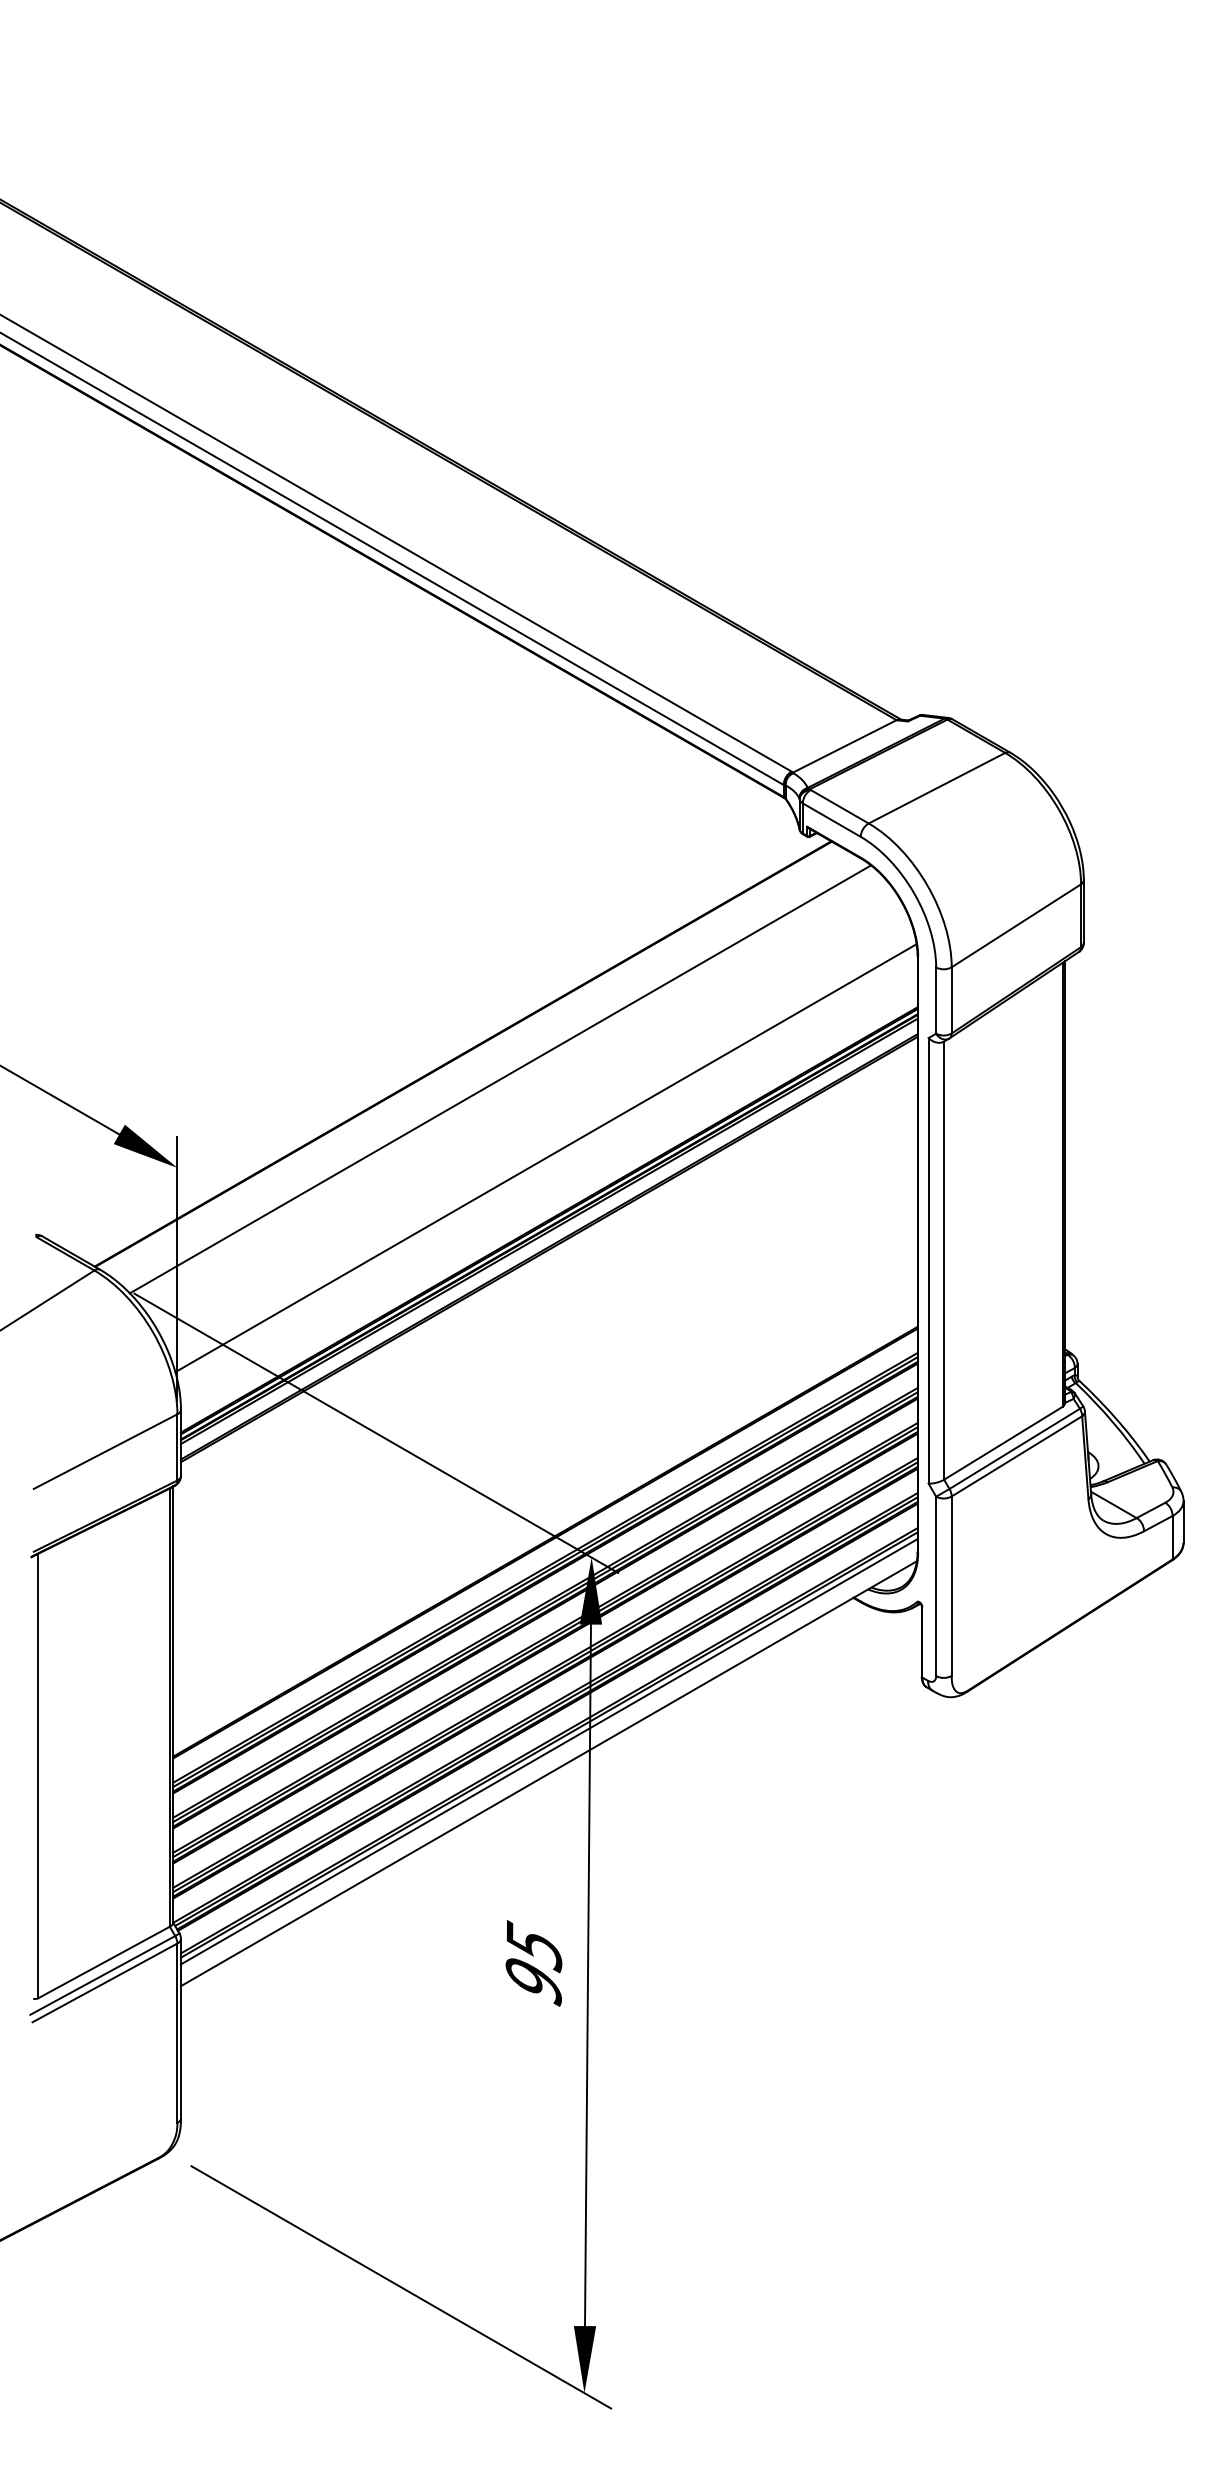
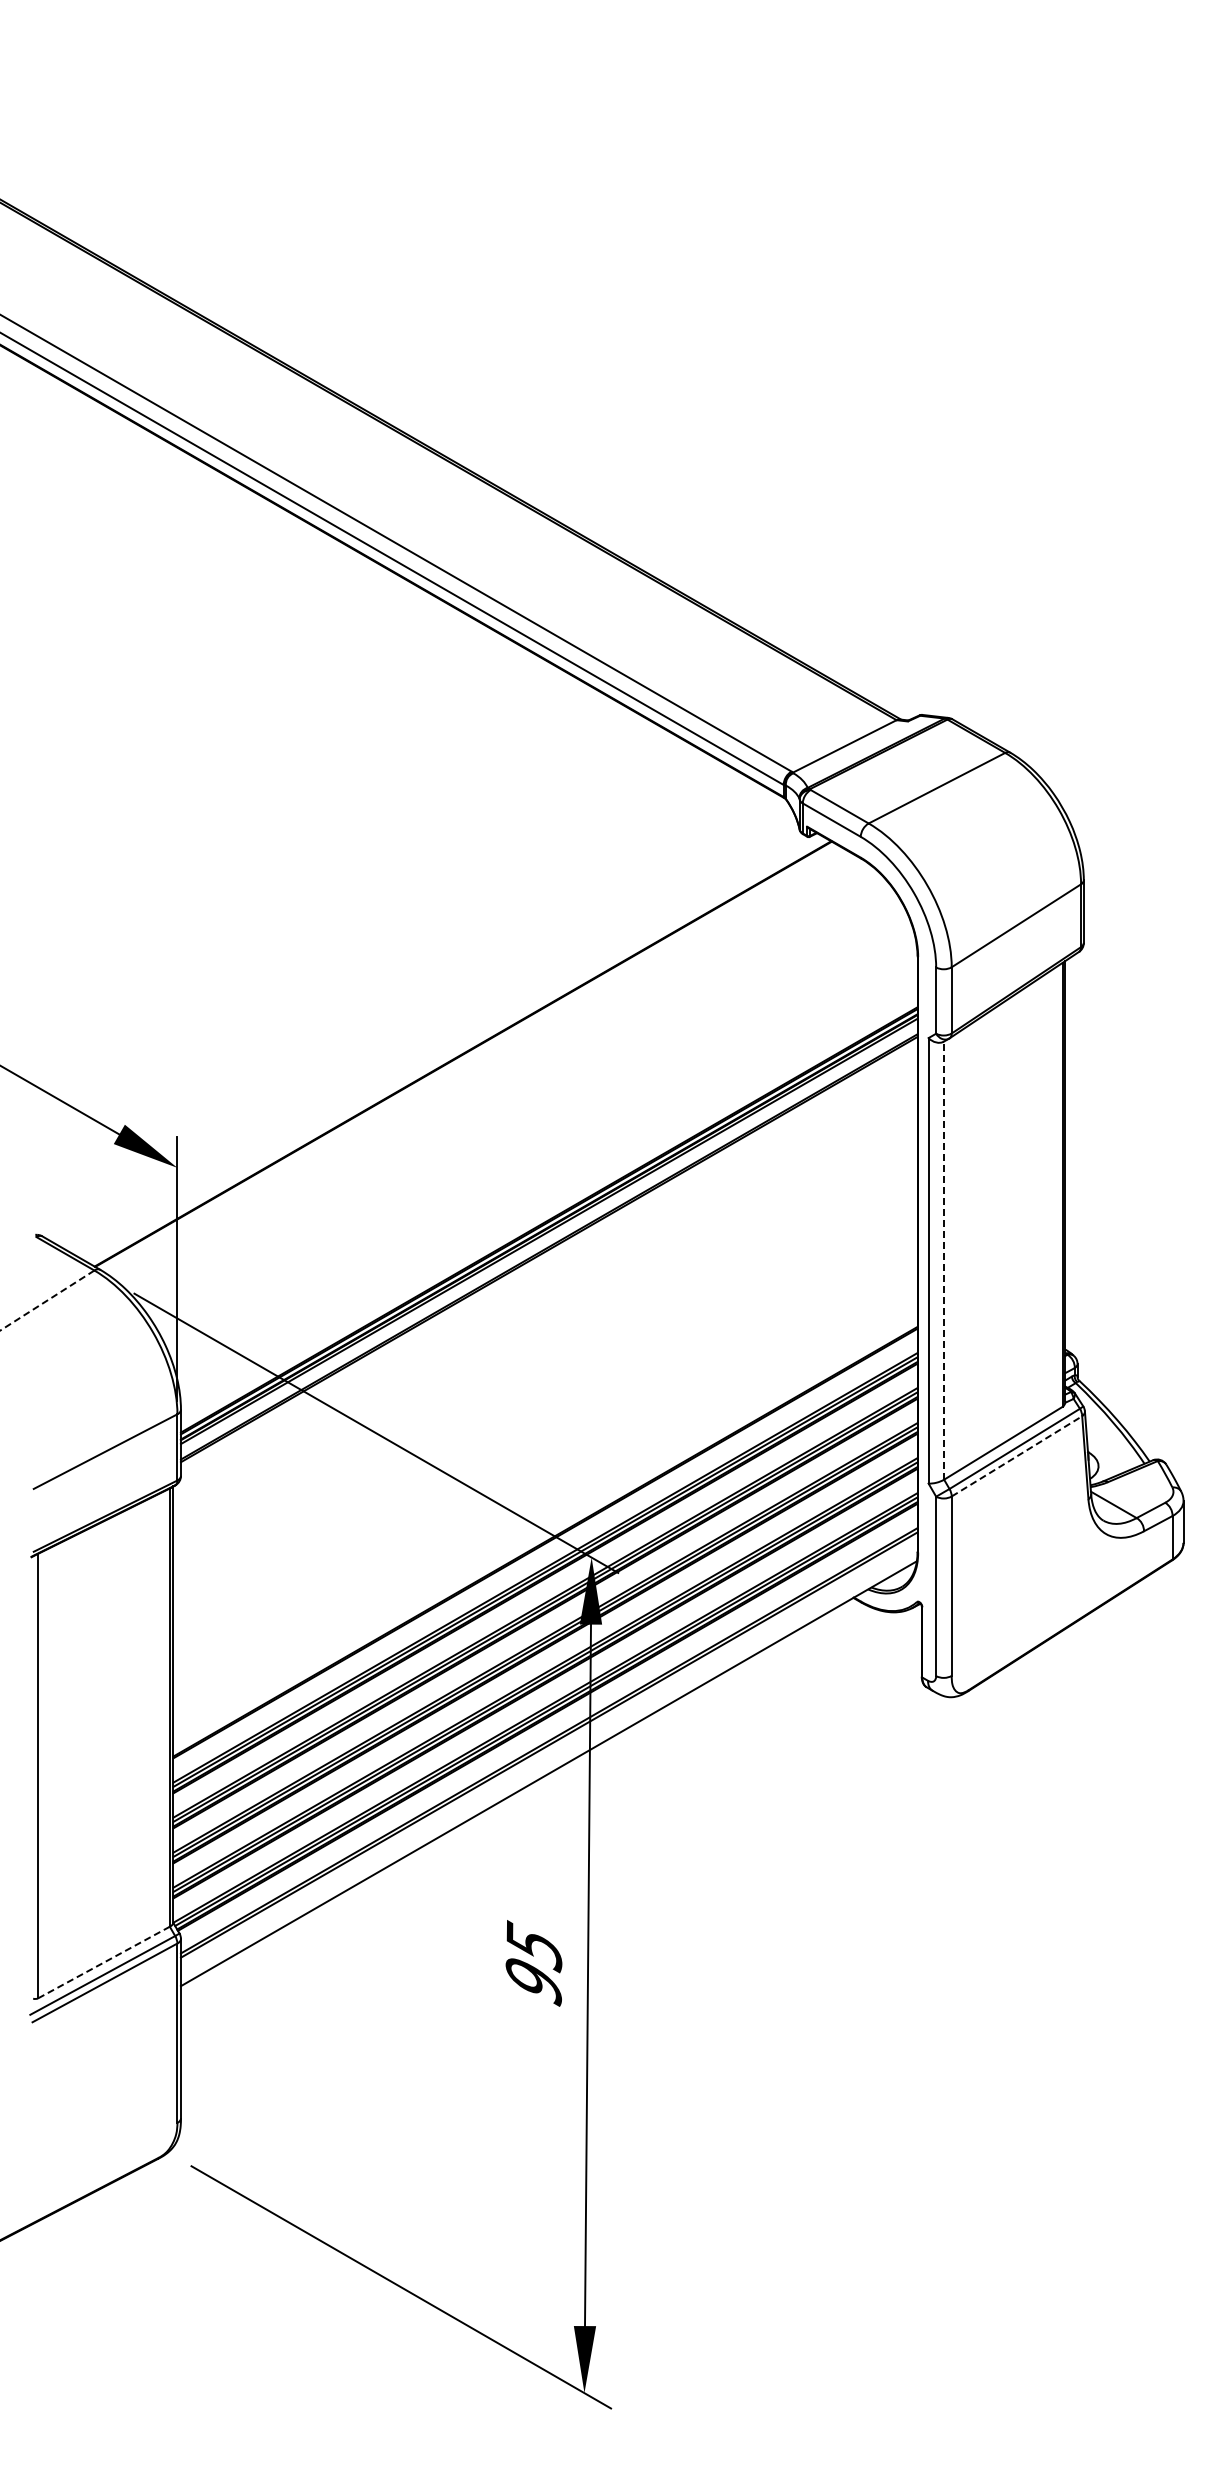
line at (500, 1079): present -> none
line at (545, 1158): present -> none
line at (944, 1260): solid -> dashed
line at (47, 1300): solid -> dashed
line at (1016, 1456): solid -> dashed
line at (548, 1751): present -> none
line at (104, 1962): solid -> dashed
